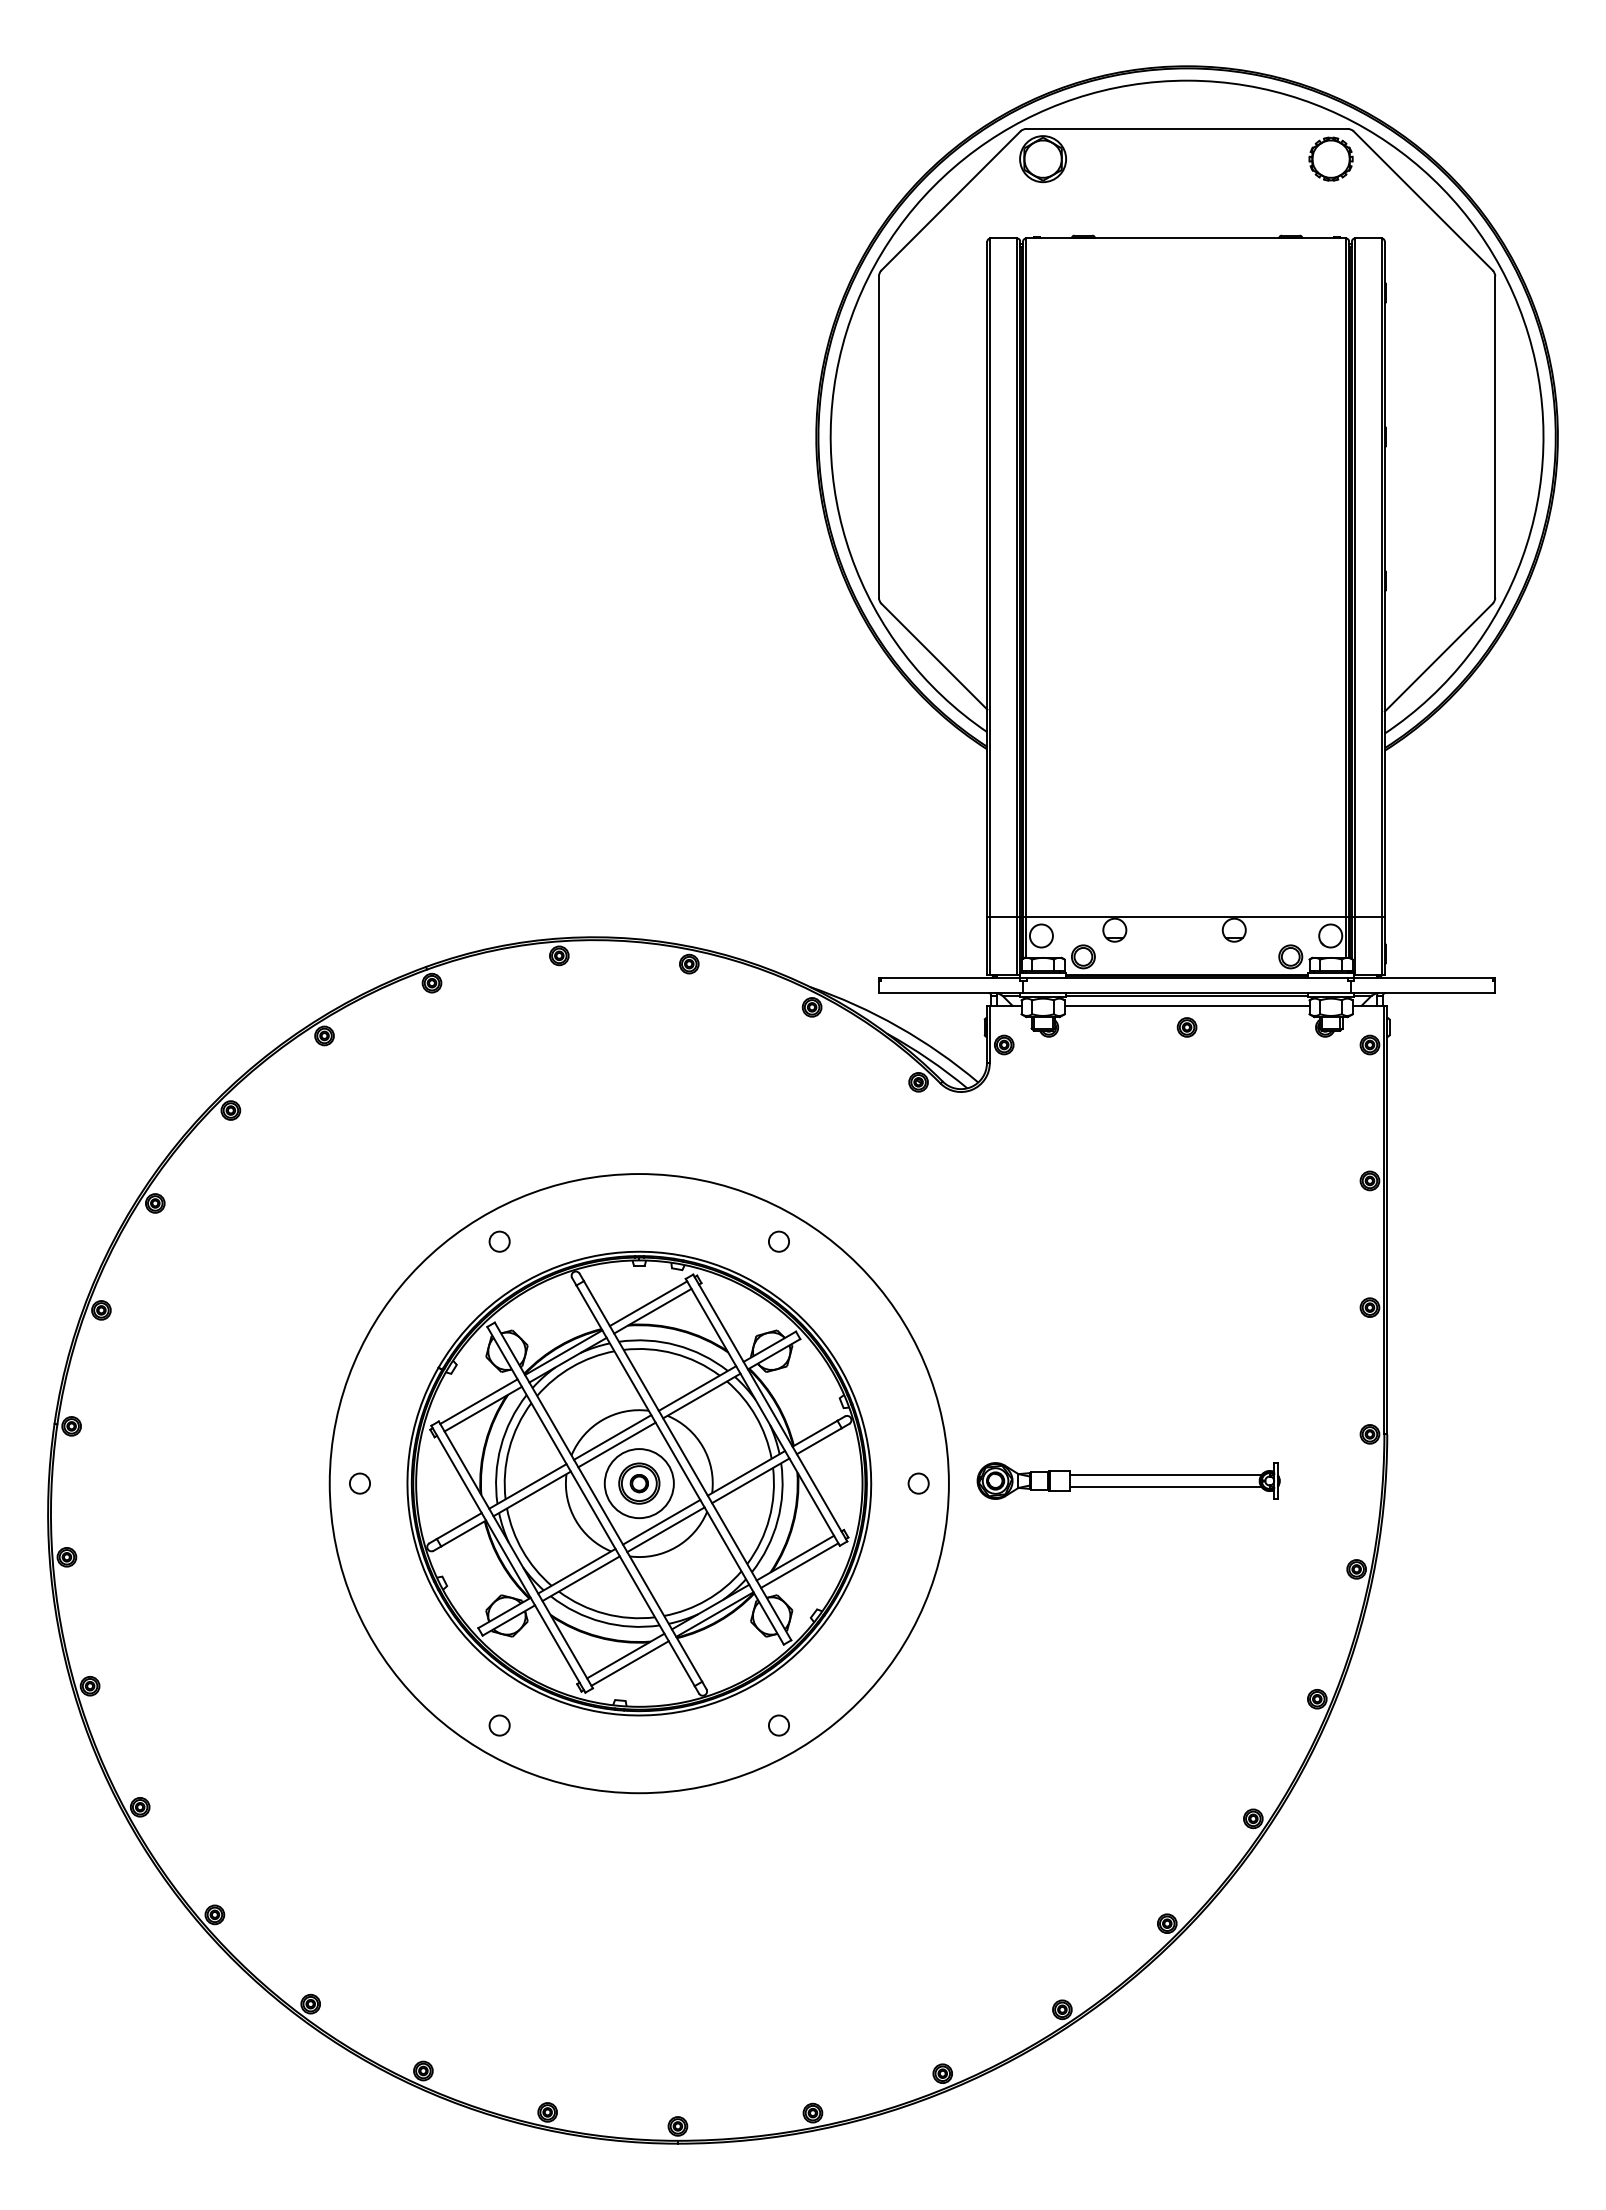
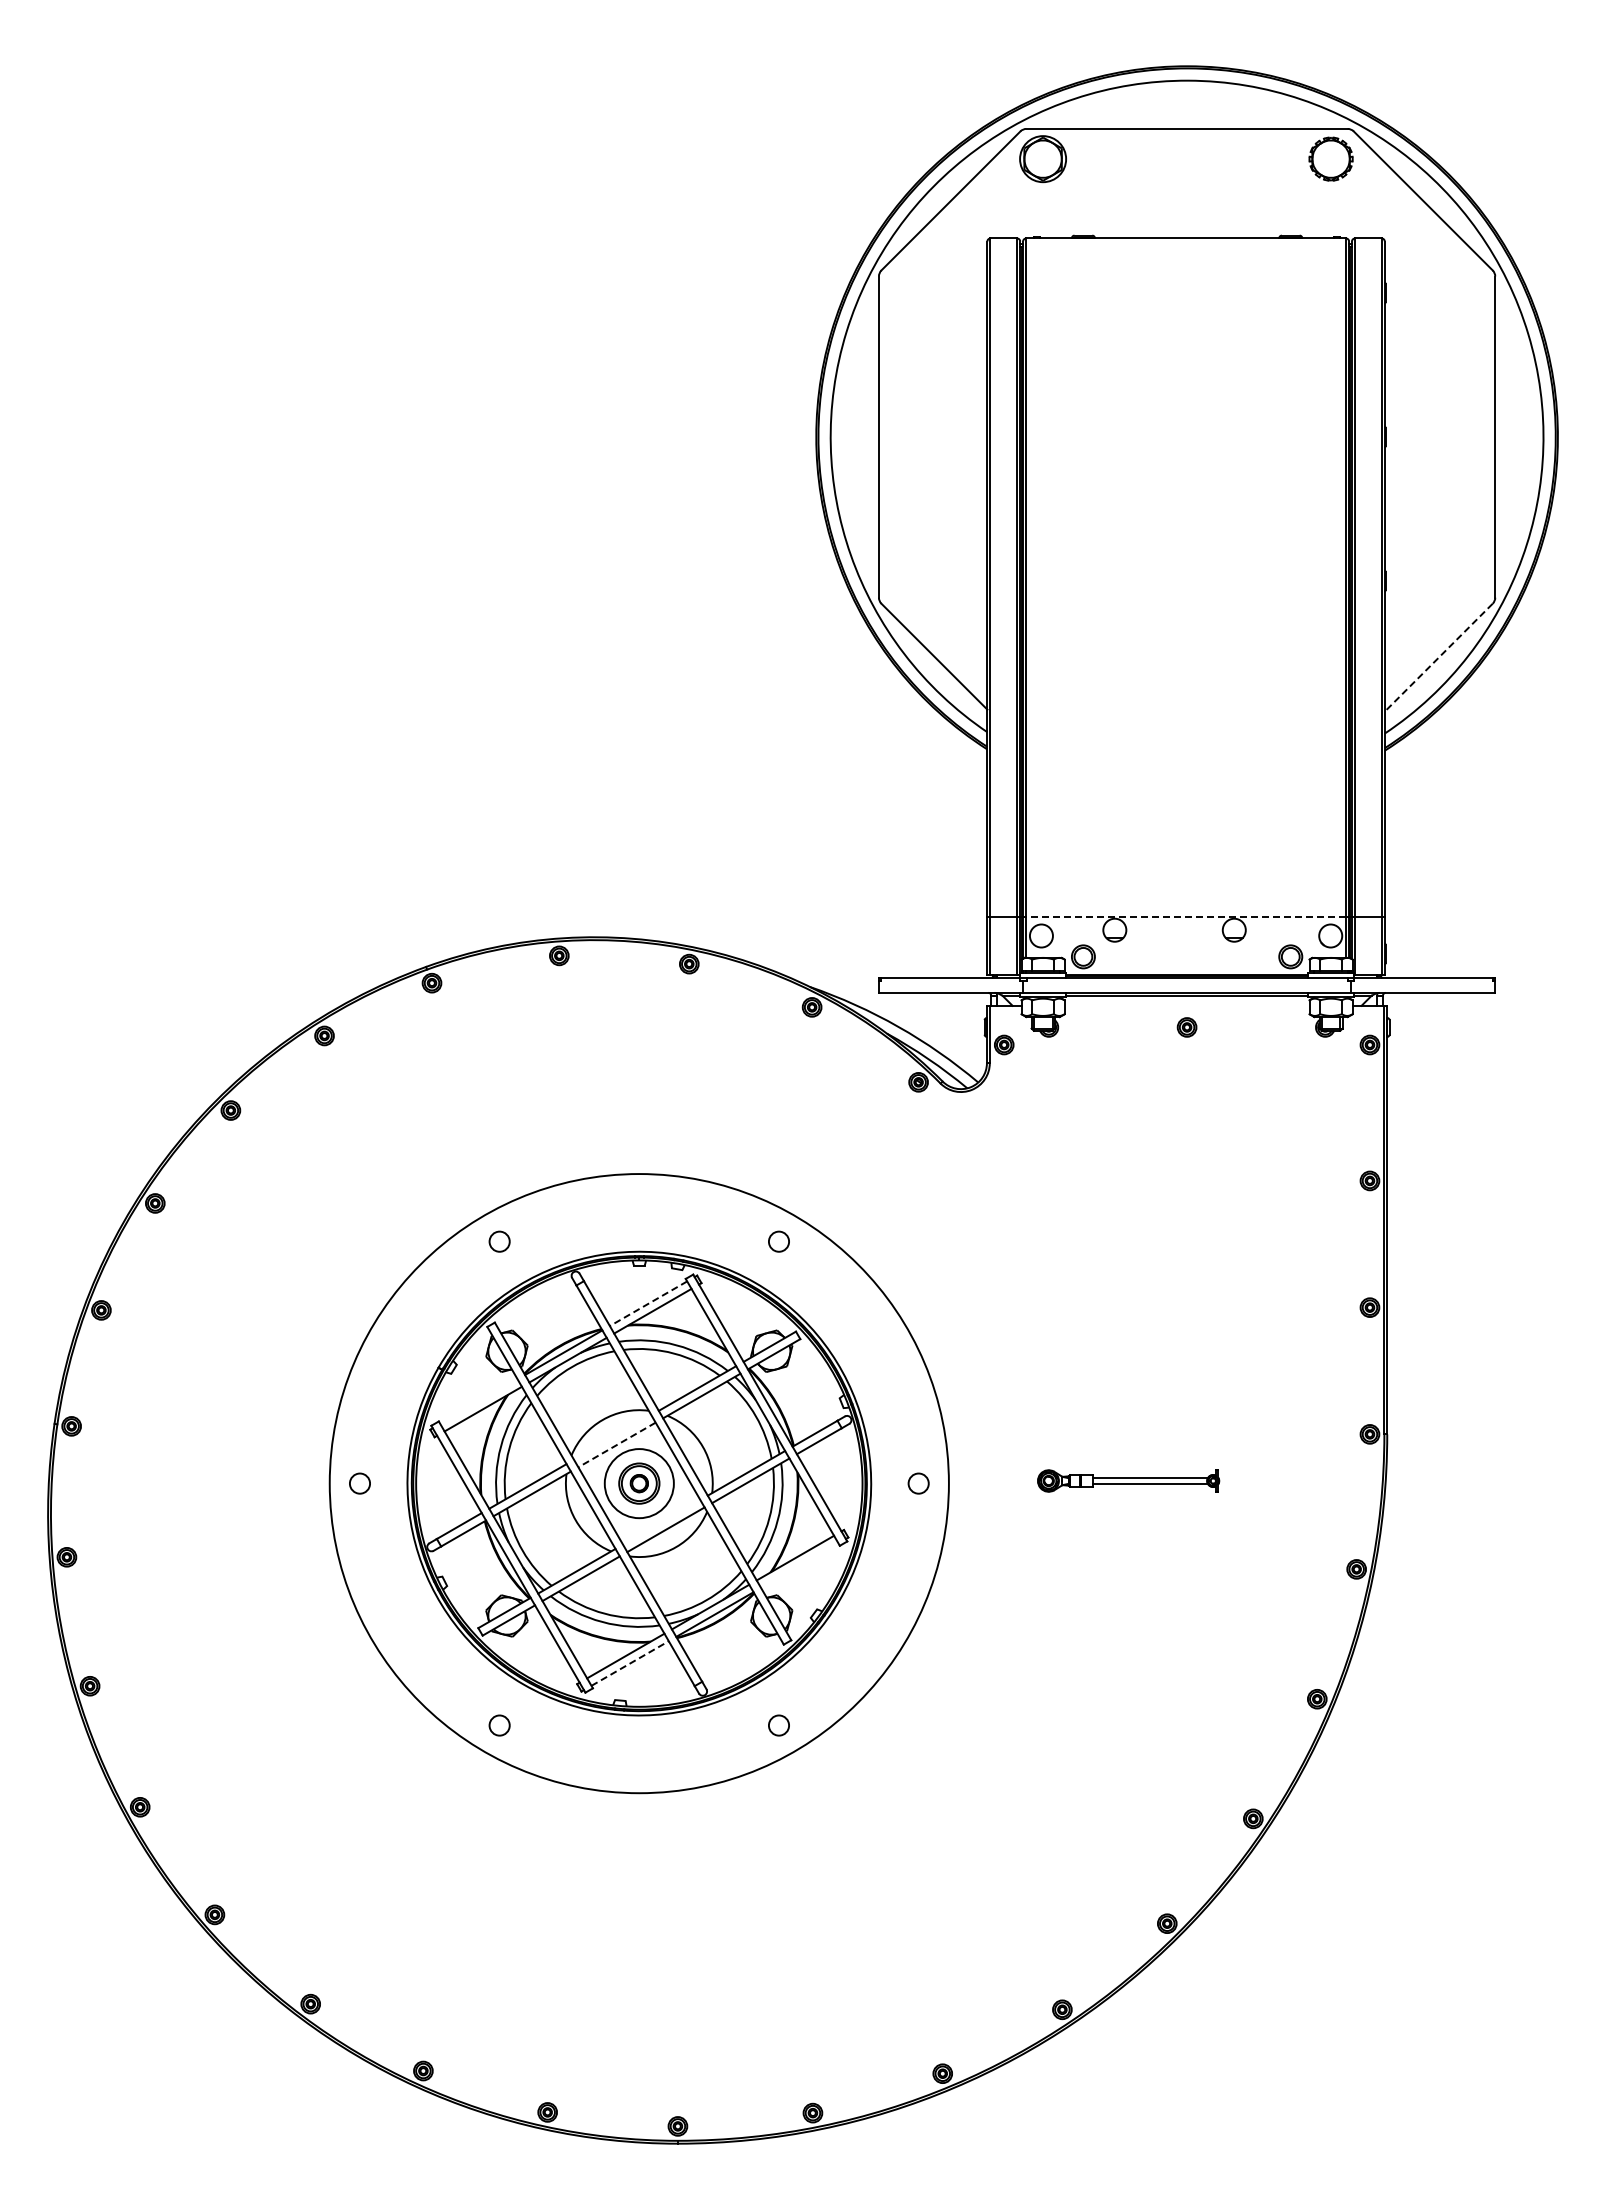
line at (1438, 658): solid -> dashed
line at (1186, 917): solid -> dashed
line at (1186, 1005): present -> none
line at (648, 1303): solid -> dashed
line at (478, 1401): present -> none
line at (612, 1437): present -> none
line at (617, 1444): solid -> dashed
part at (1128, 1480) size: 305x38 px -> 184x24 px
line at (661, 1521): present -> none
line at (799, 1565): present -> none
line at (630, 1663): solid -> dashed
